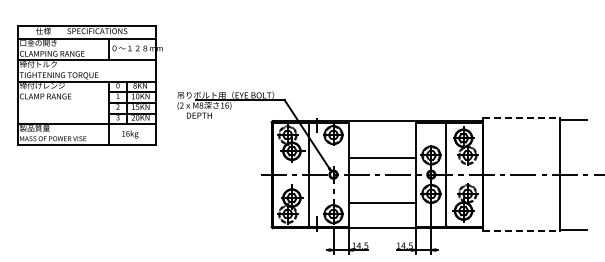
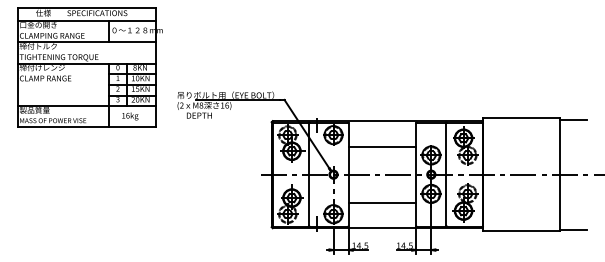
part at (89, 85) position: (89, 85) -> (89, 67)
line at (521, 118): dashed -> solid
line at (381, 157) position: (381, 157) -> (381, 146)
line at (521, 231): dashed -> solid
